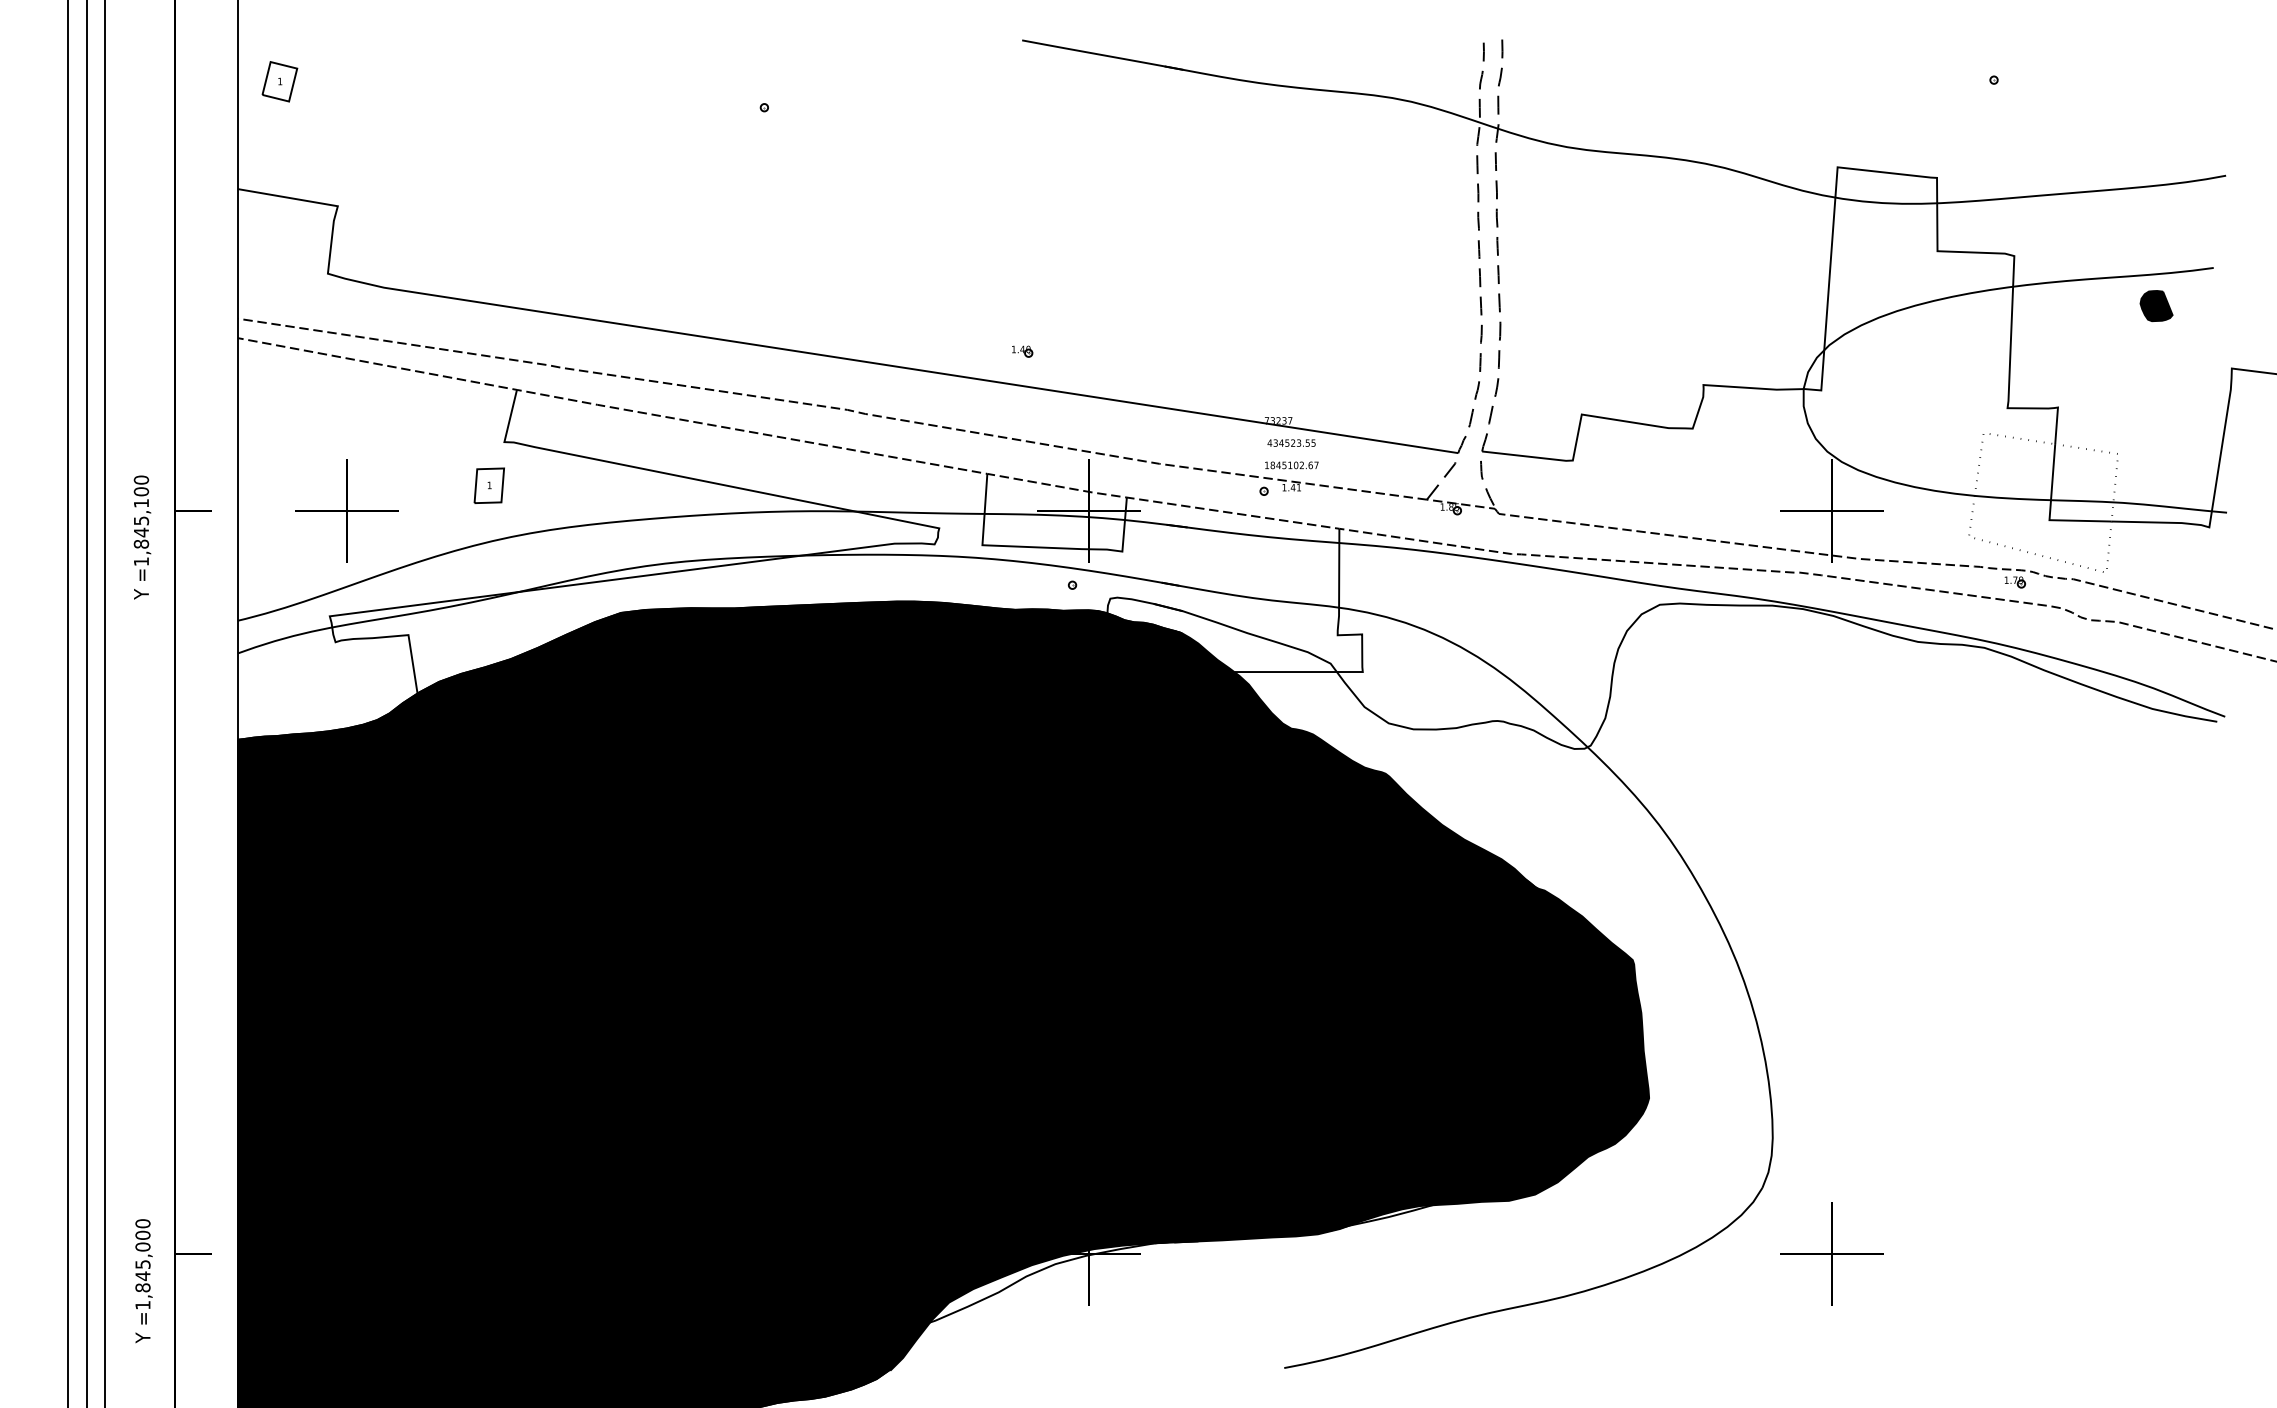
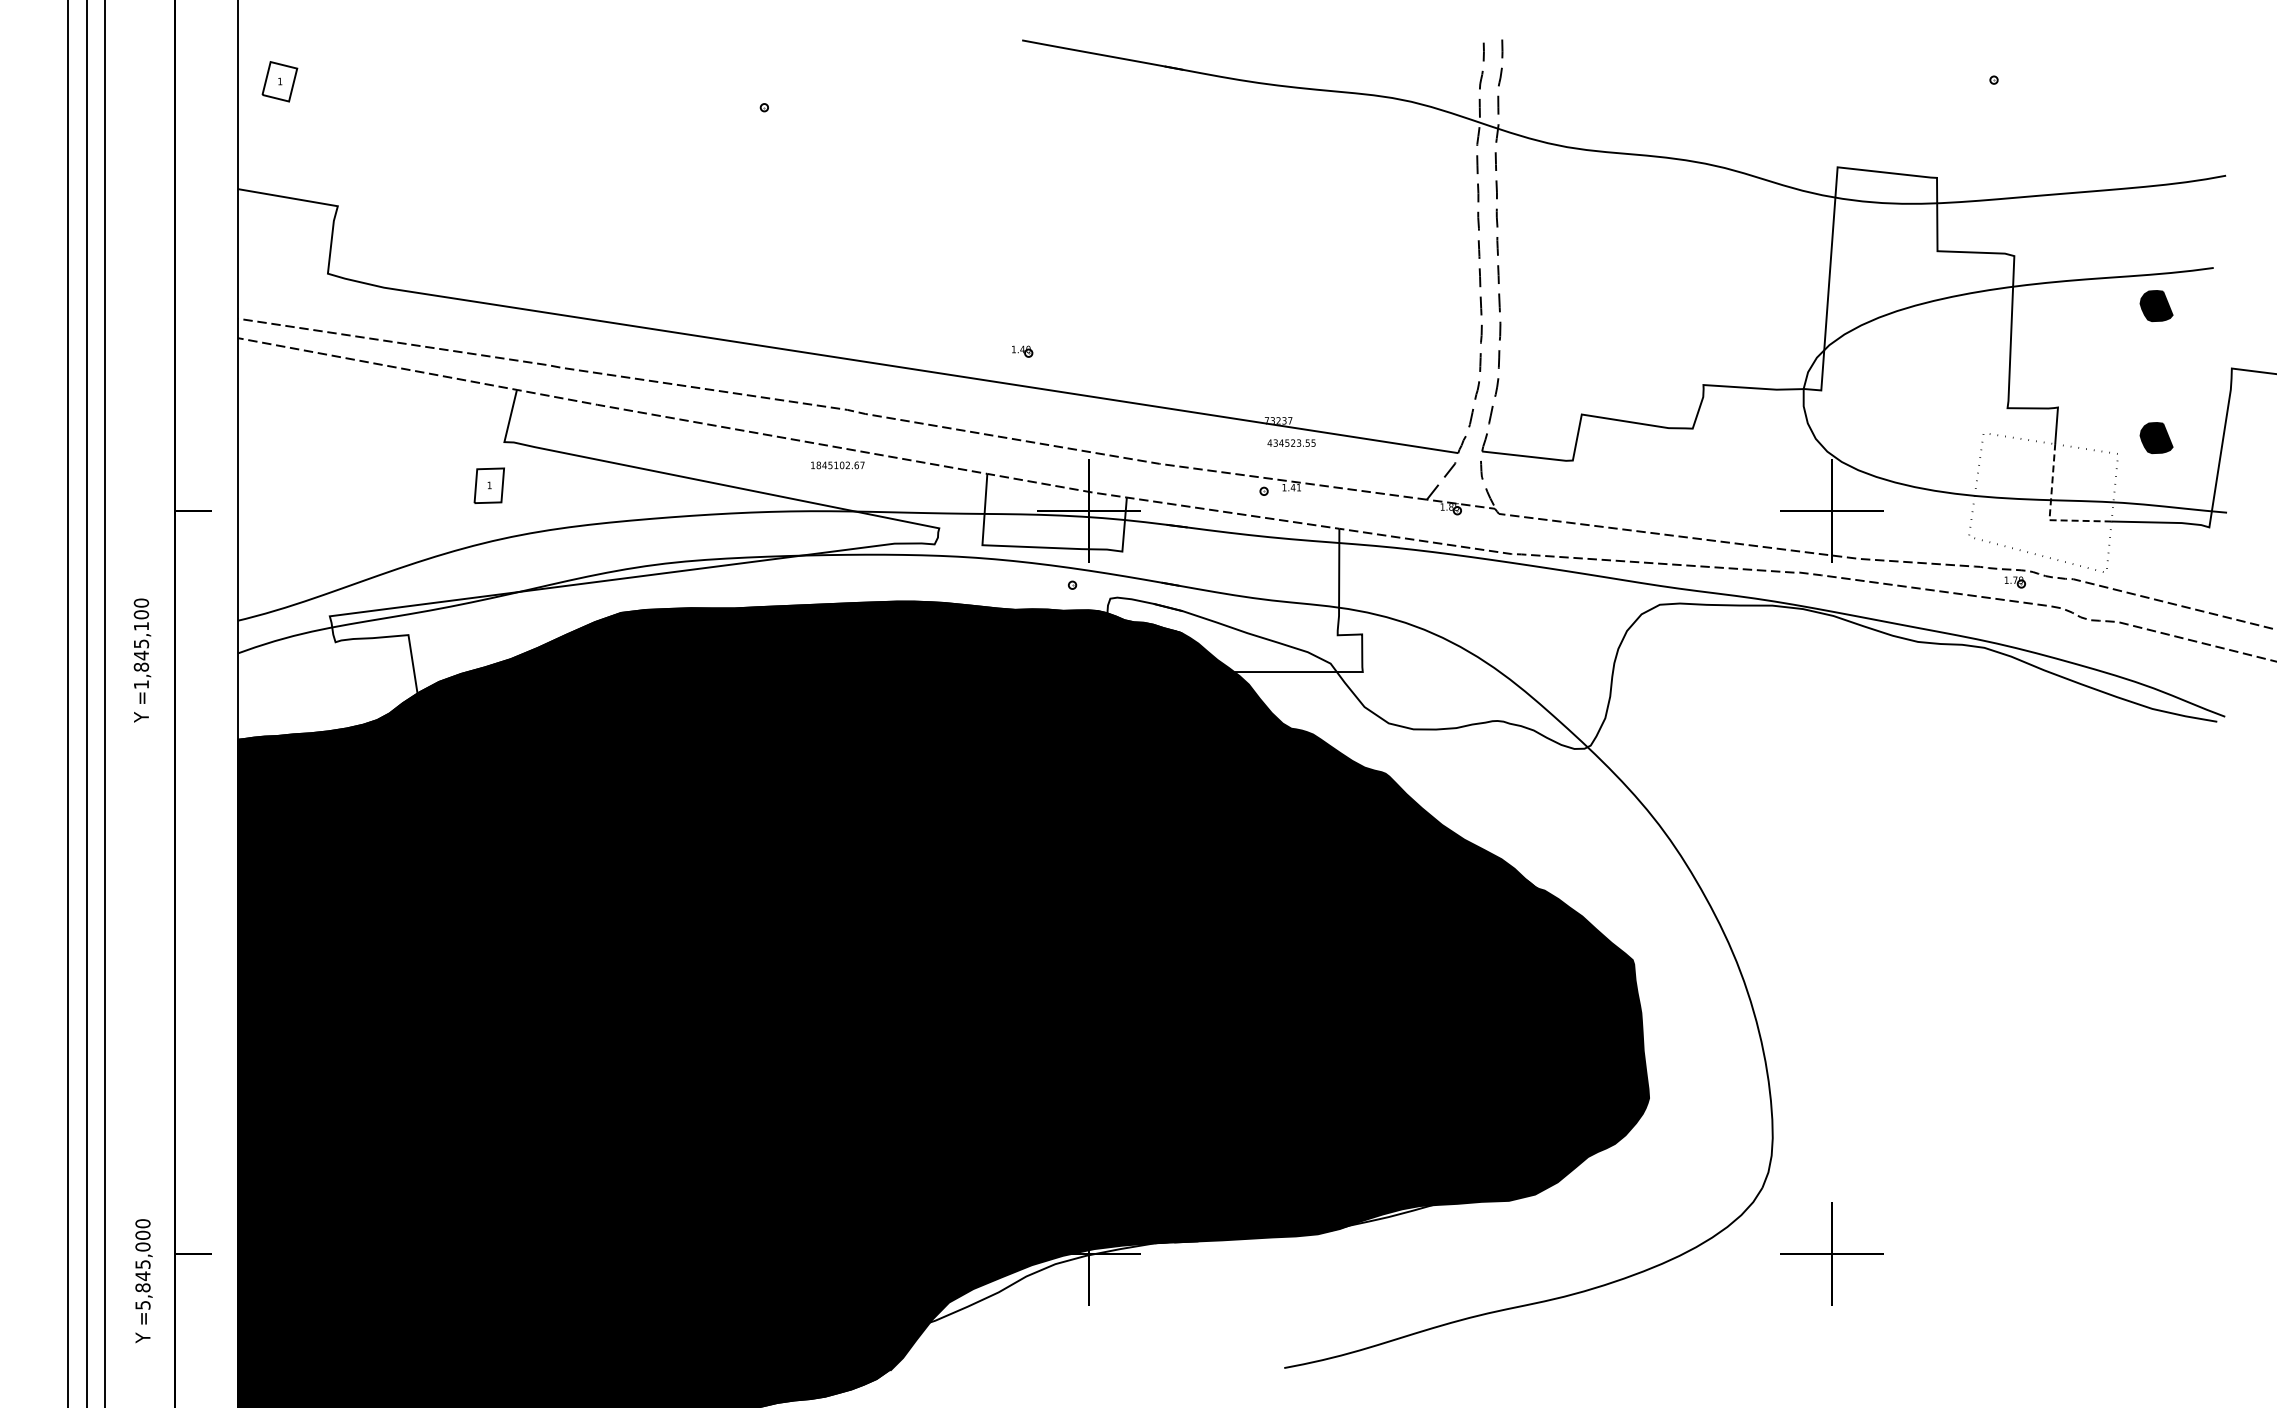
part at (2156, 438): none -> present
text at (1291, 465) position: (1291, 465) -> (837, 465)
part at (346, 510): present -> none
line at (2050, 513): solid -> dashed
text at (142, 537) position: (142, 537) -> (142, 660)
text at (142, 1305): =1,845,000 -> =5,845,000
